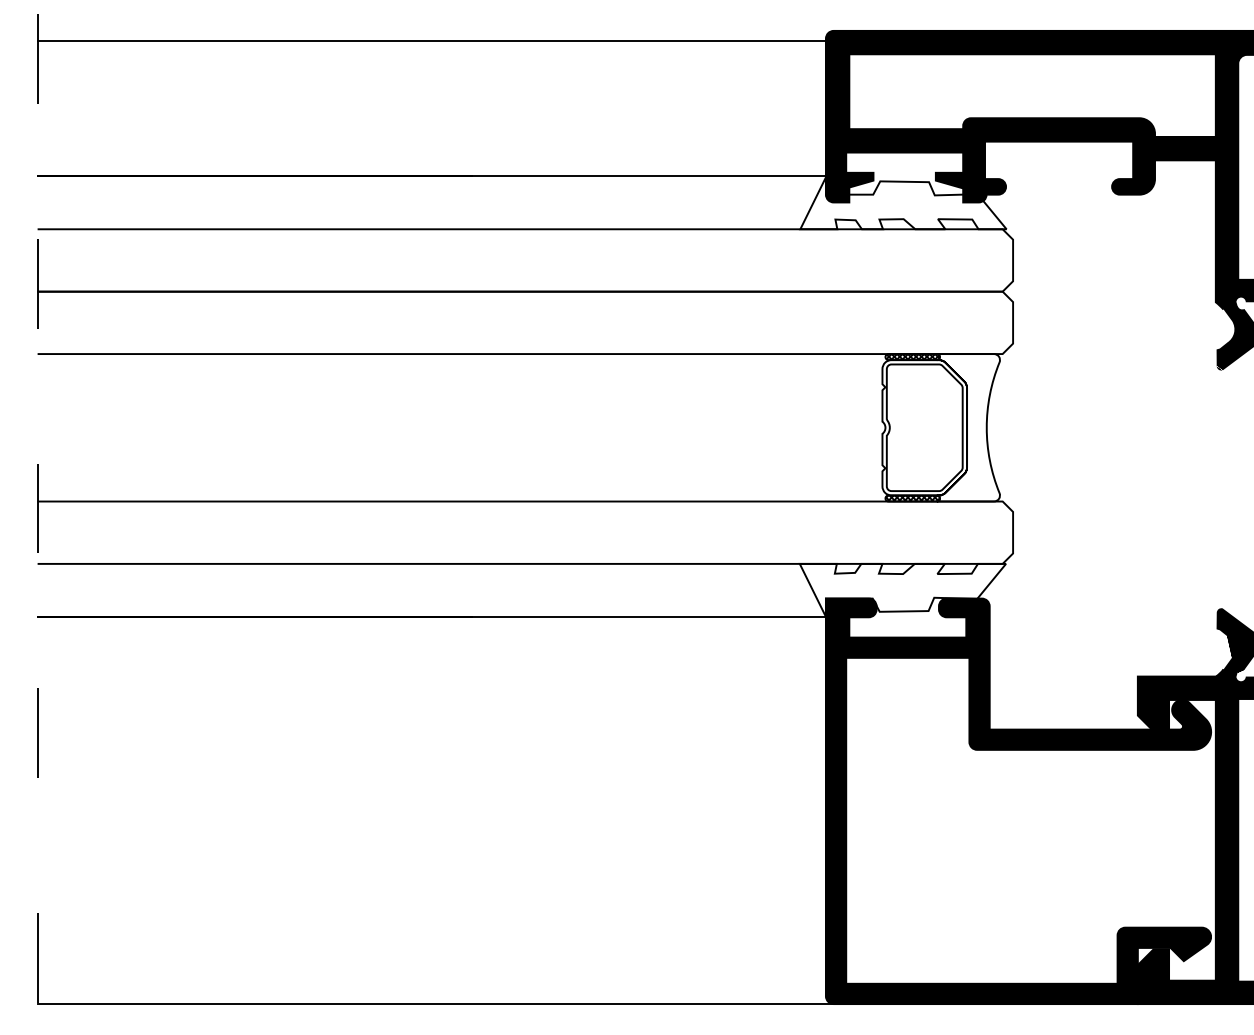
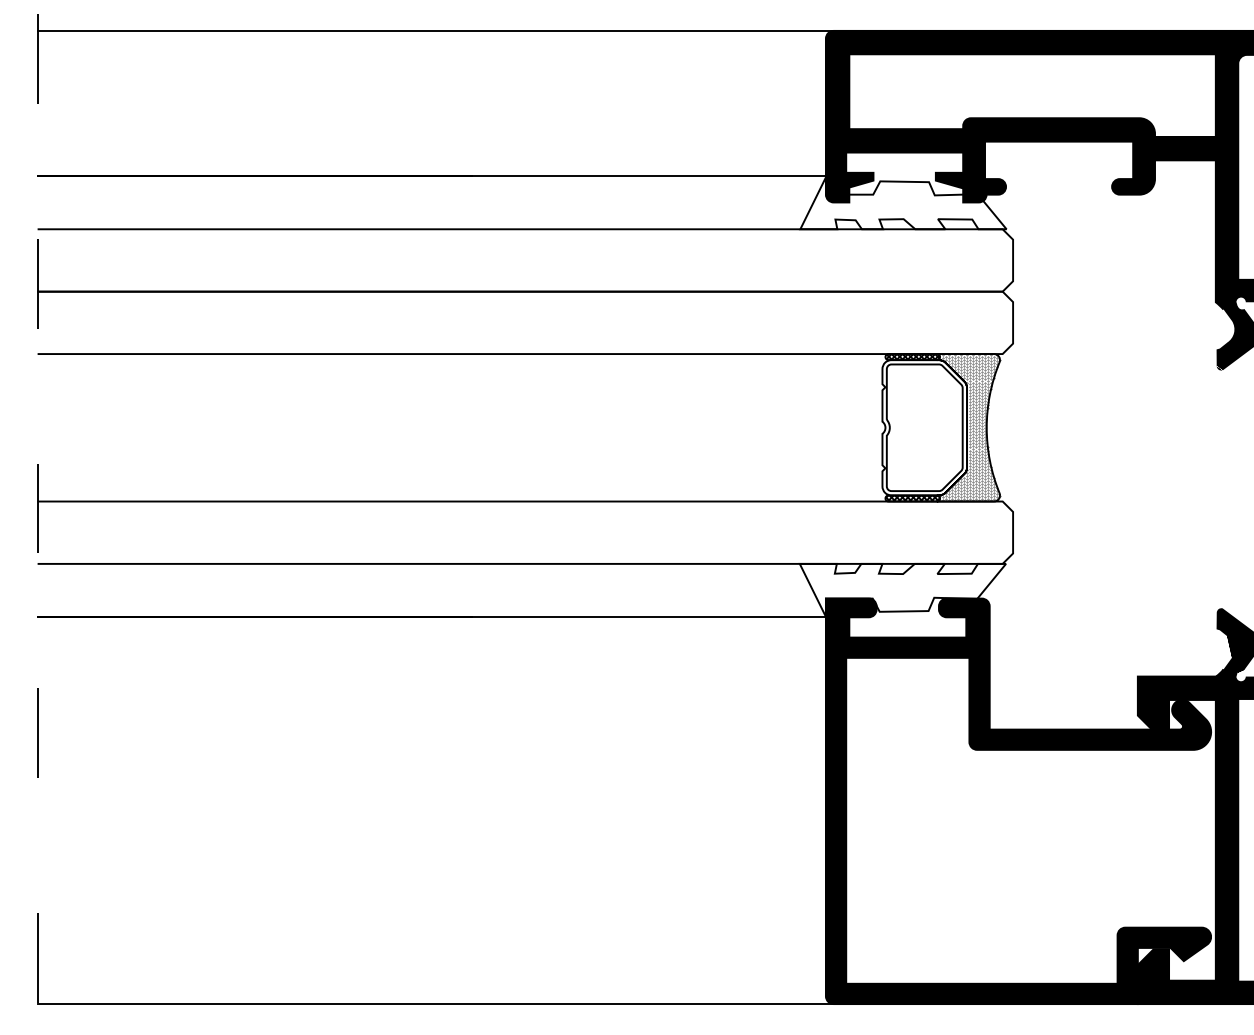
line at (478, 40) position: (478, 40) -> (478, 30)
hatch at (969, 427): none -> present
